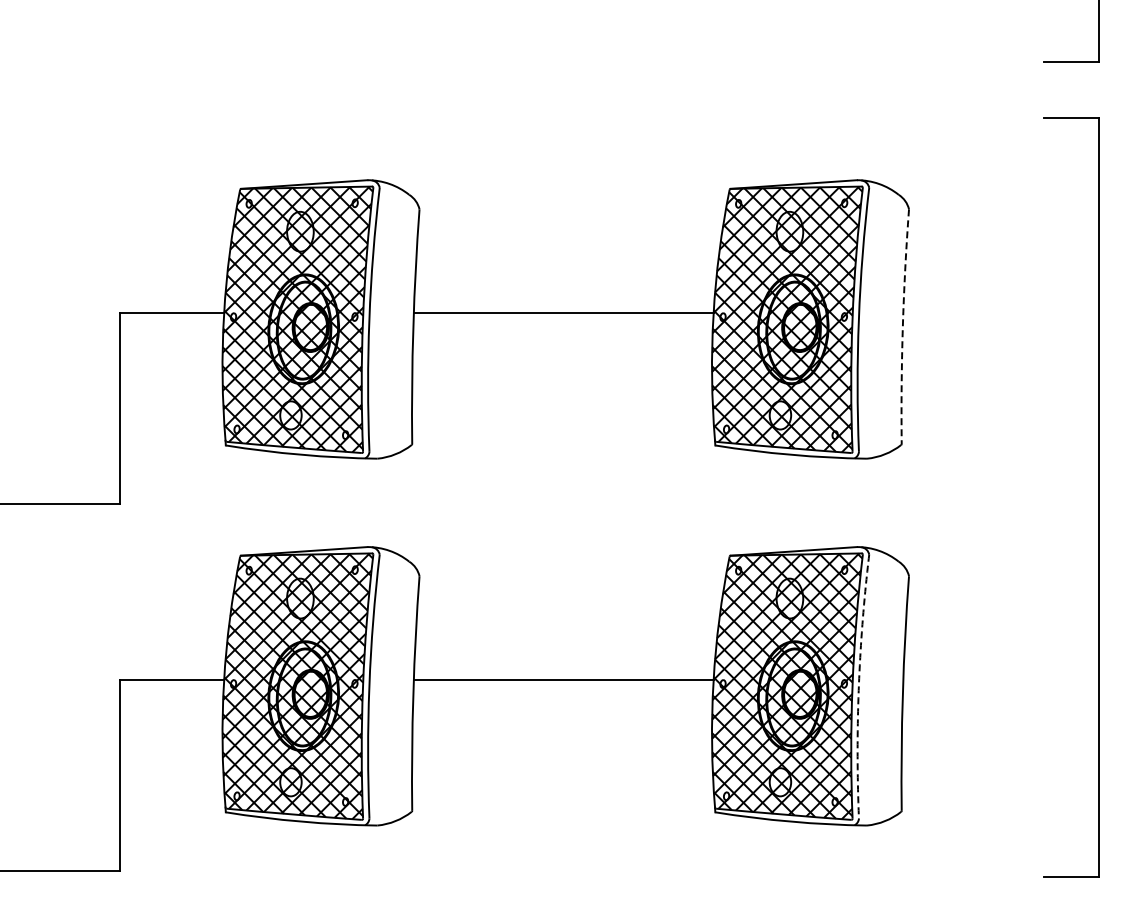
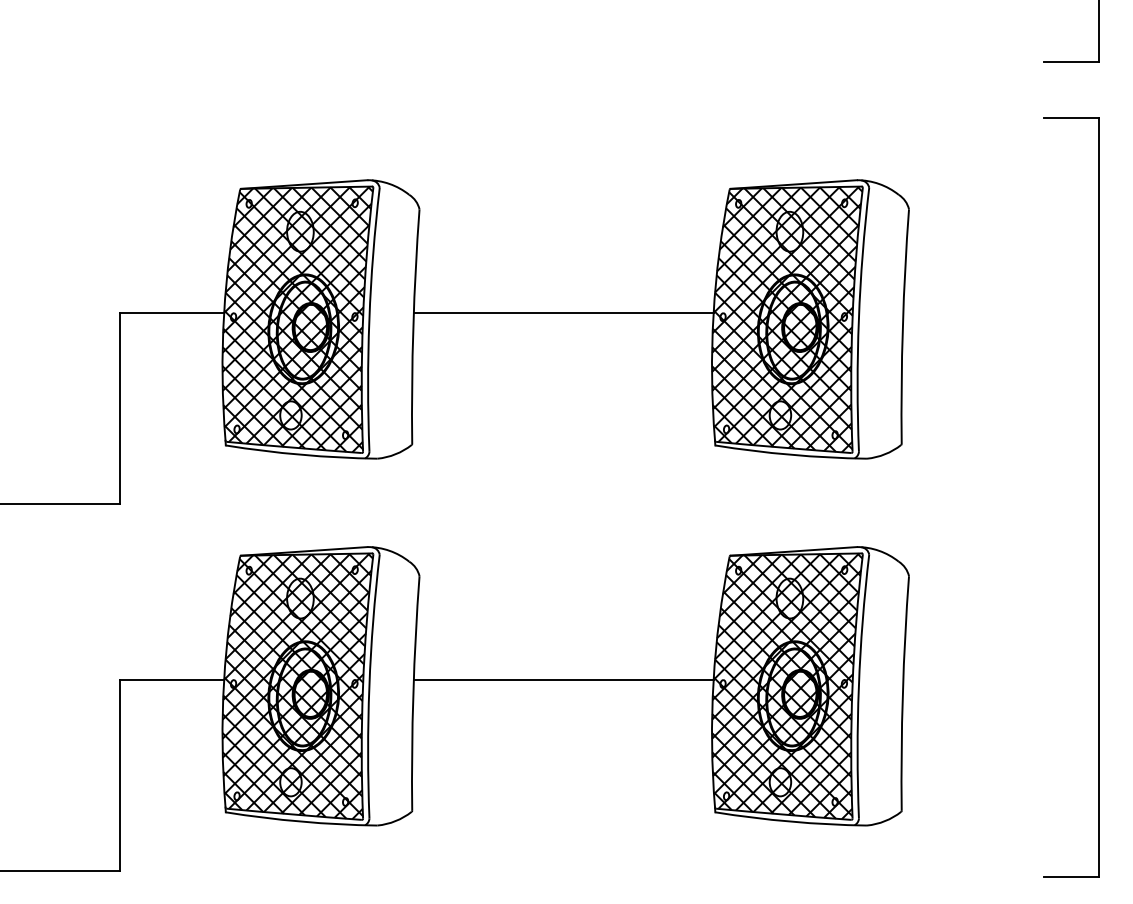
arc at (902, 326): dashed -> solid
arc at (858, 686): dashed -> solid
